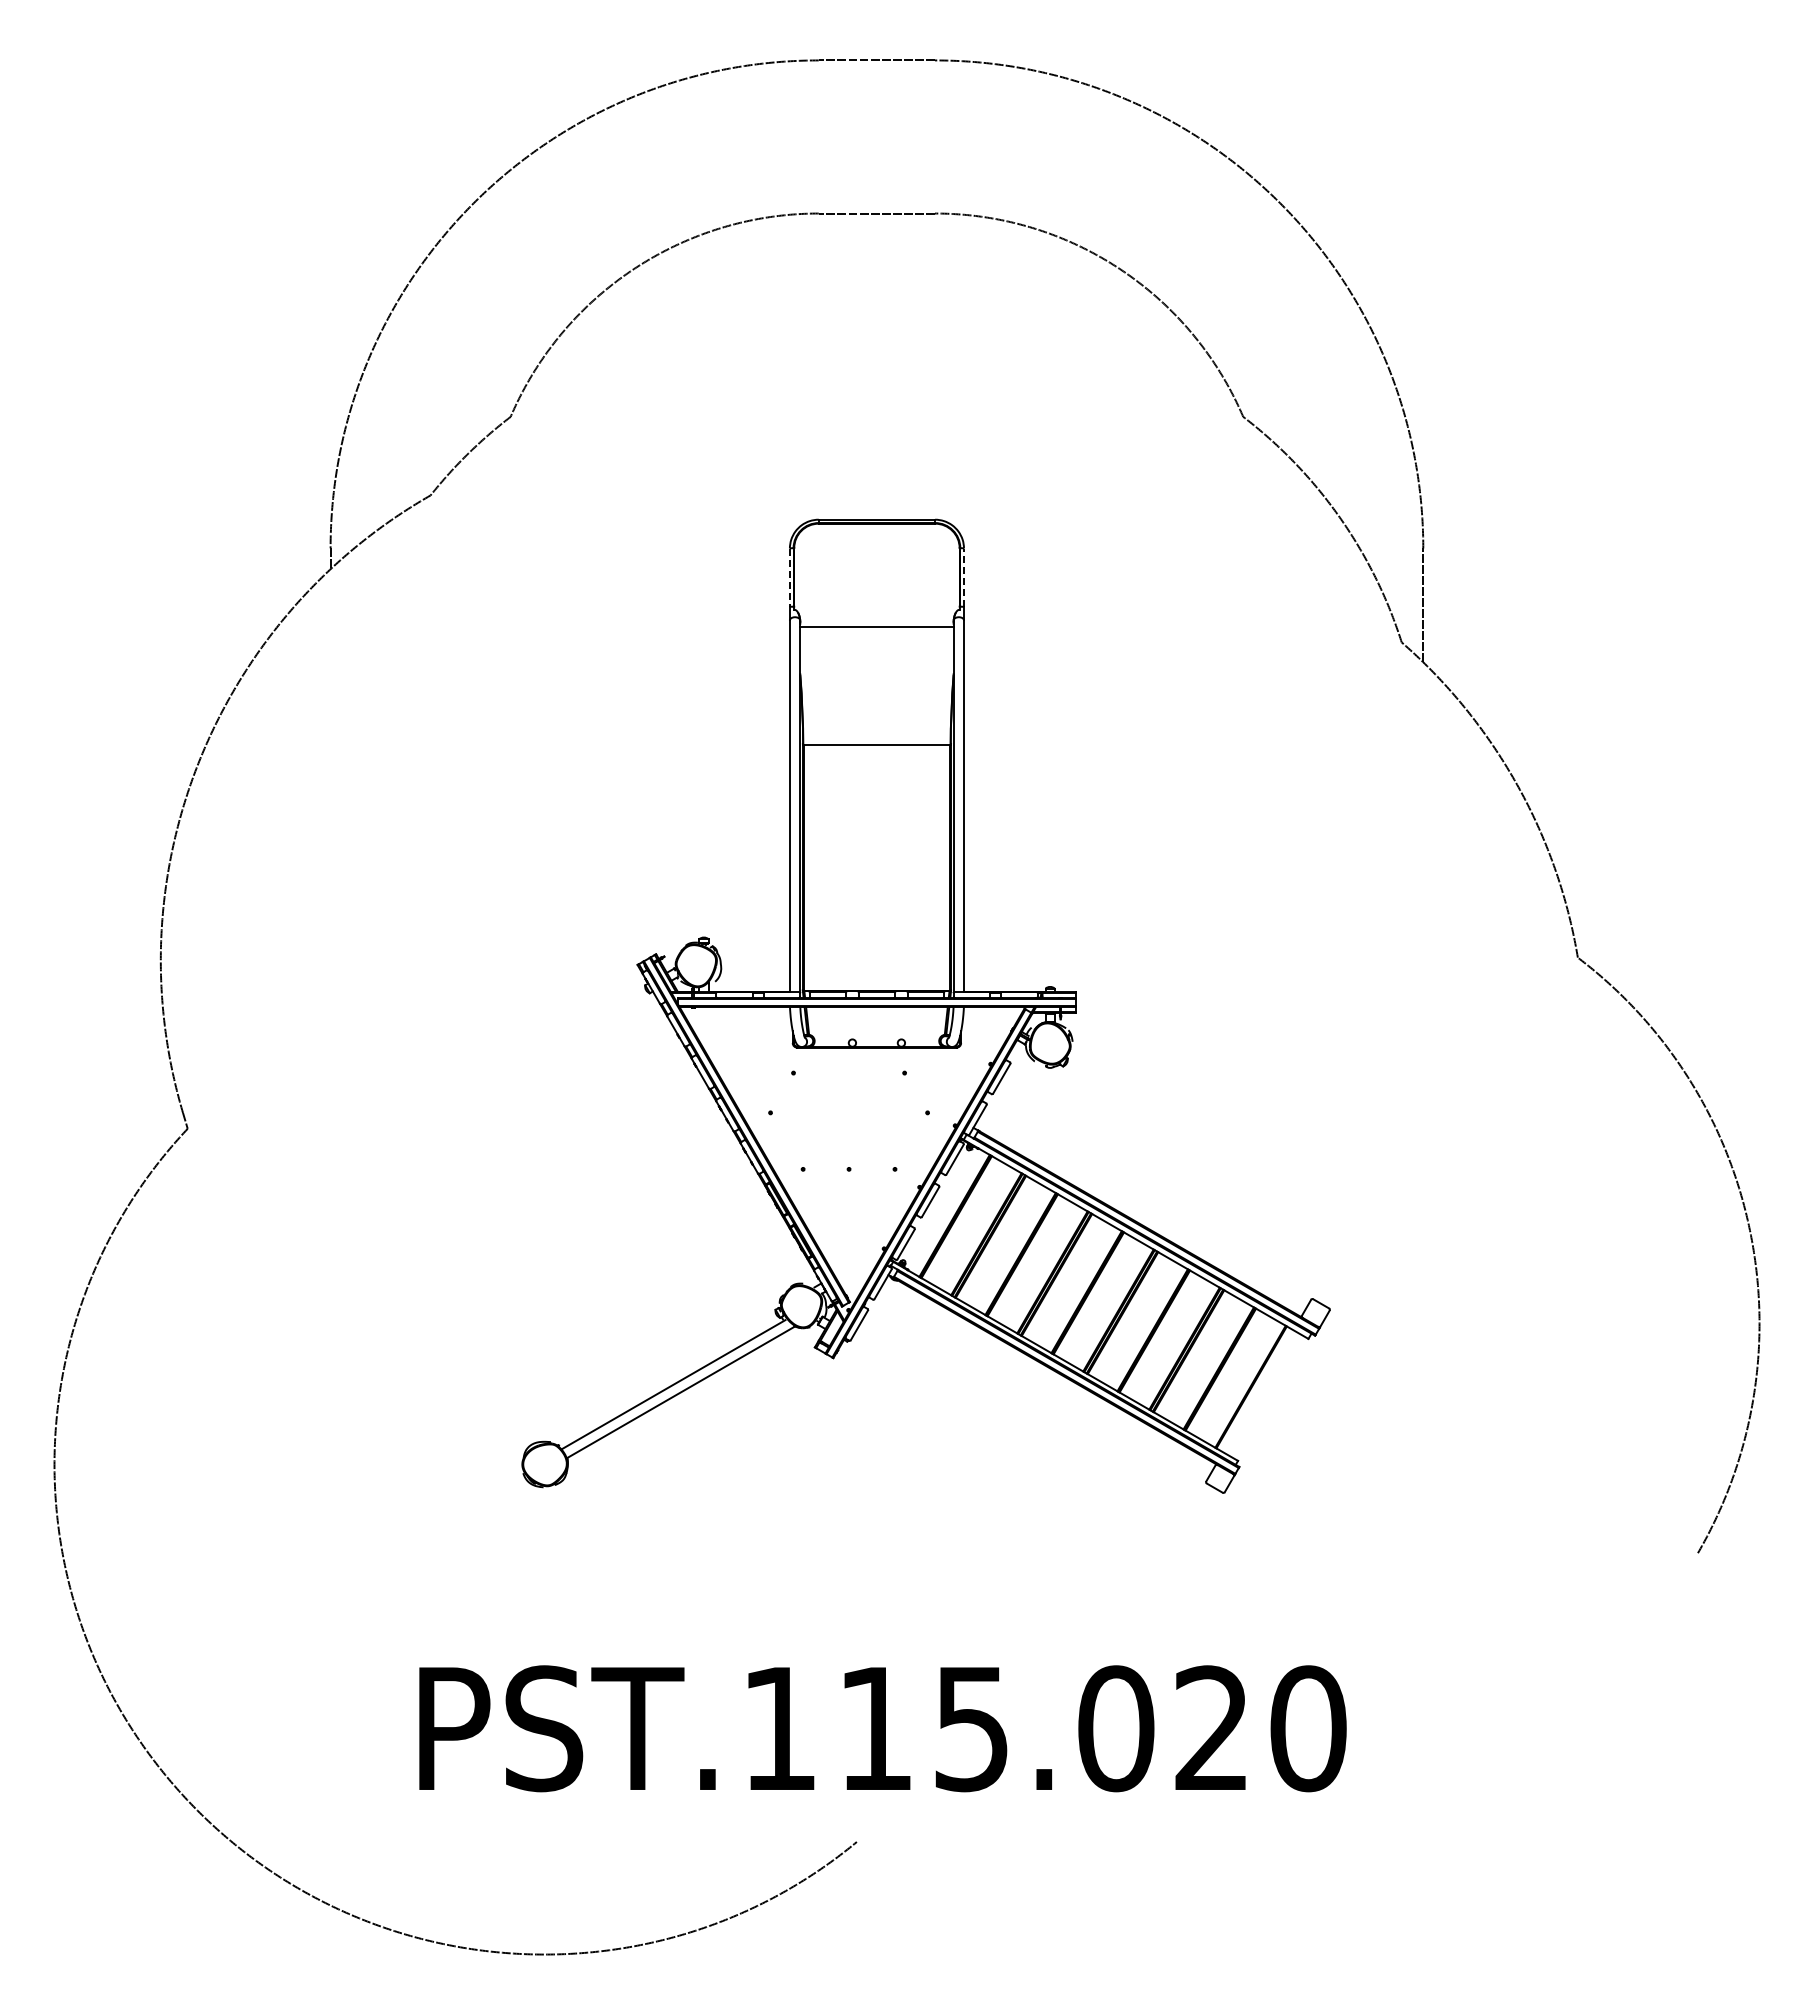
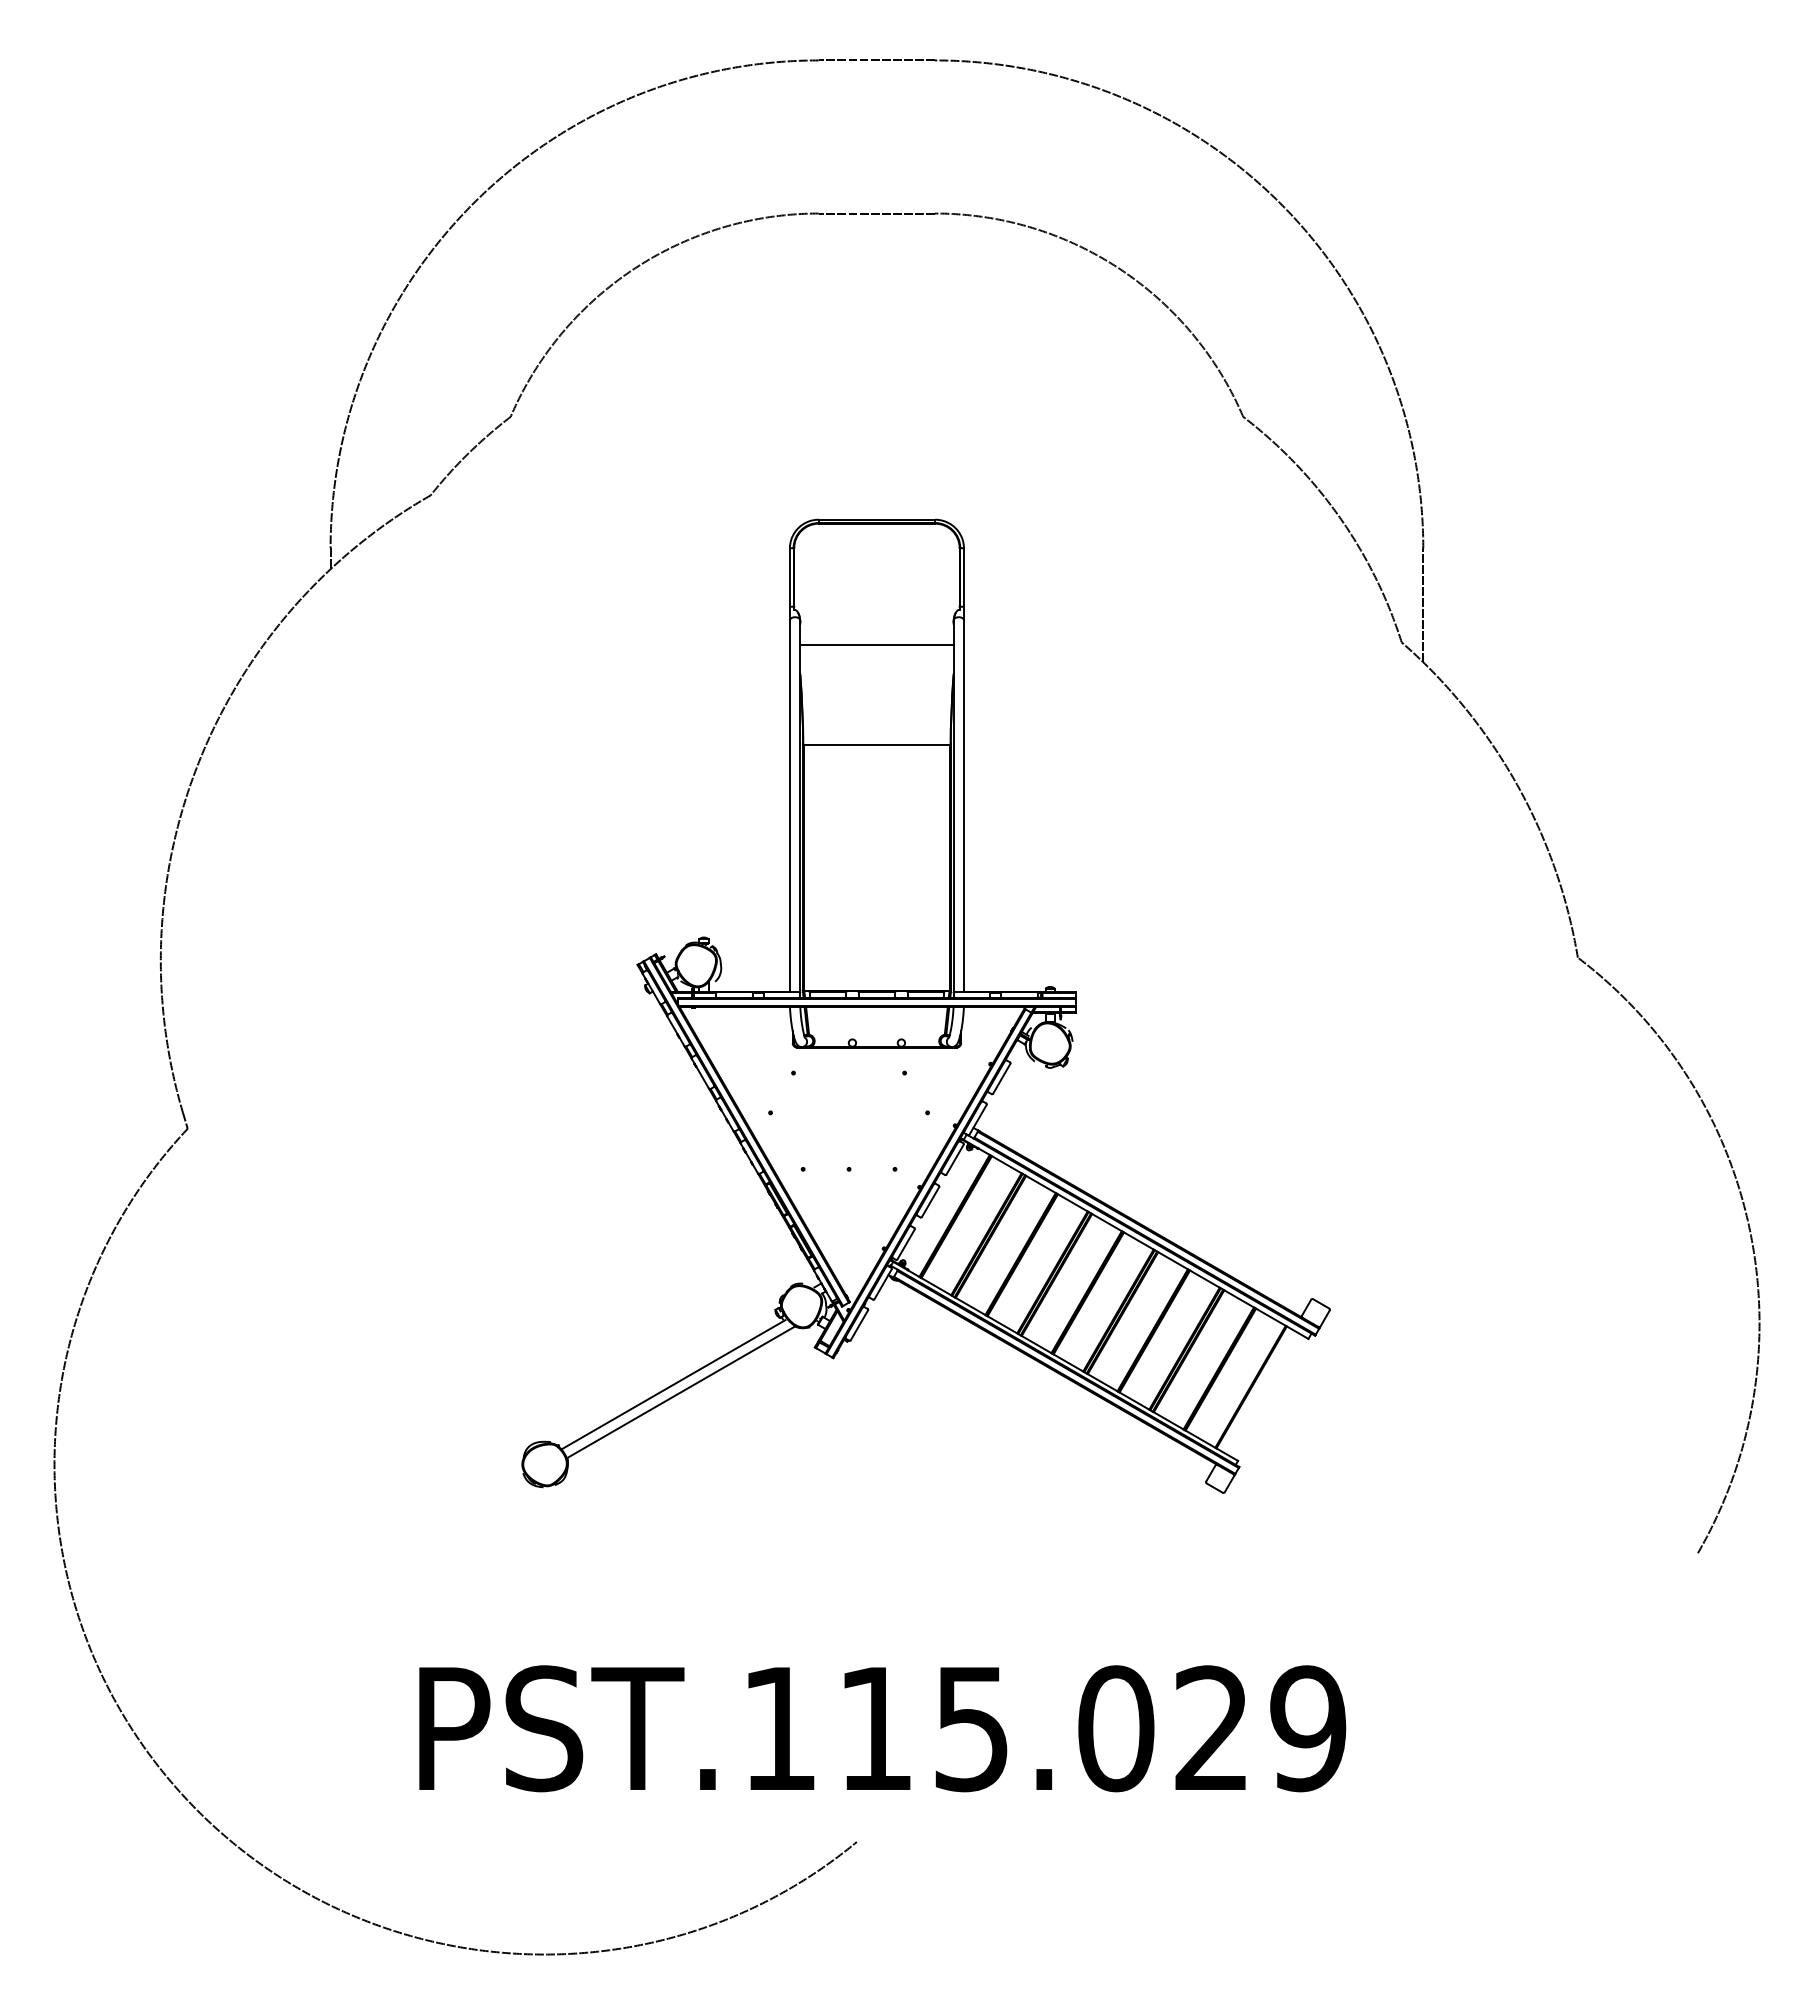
line at (964, 577): dashed -> solid
line at (789, 578): dashed -> solid
line at (876, 626) position: (876, 626) -> (876, 644)
text at (1308, 1728): PST.115.020 -> PST.115.029
